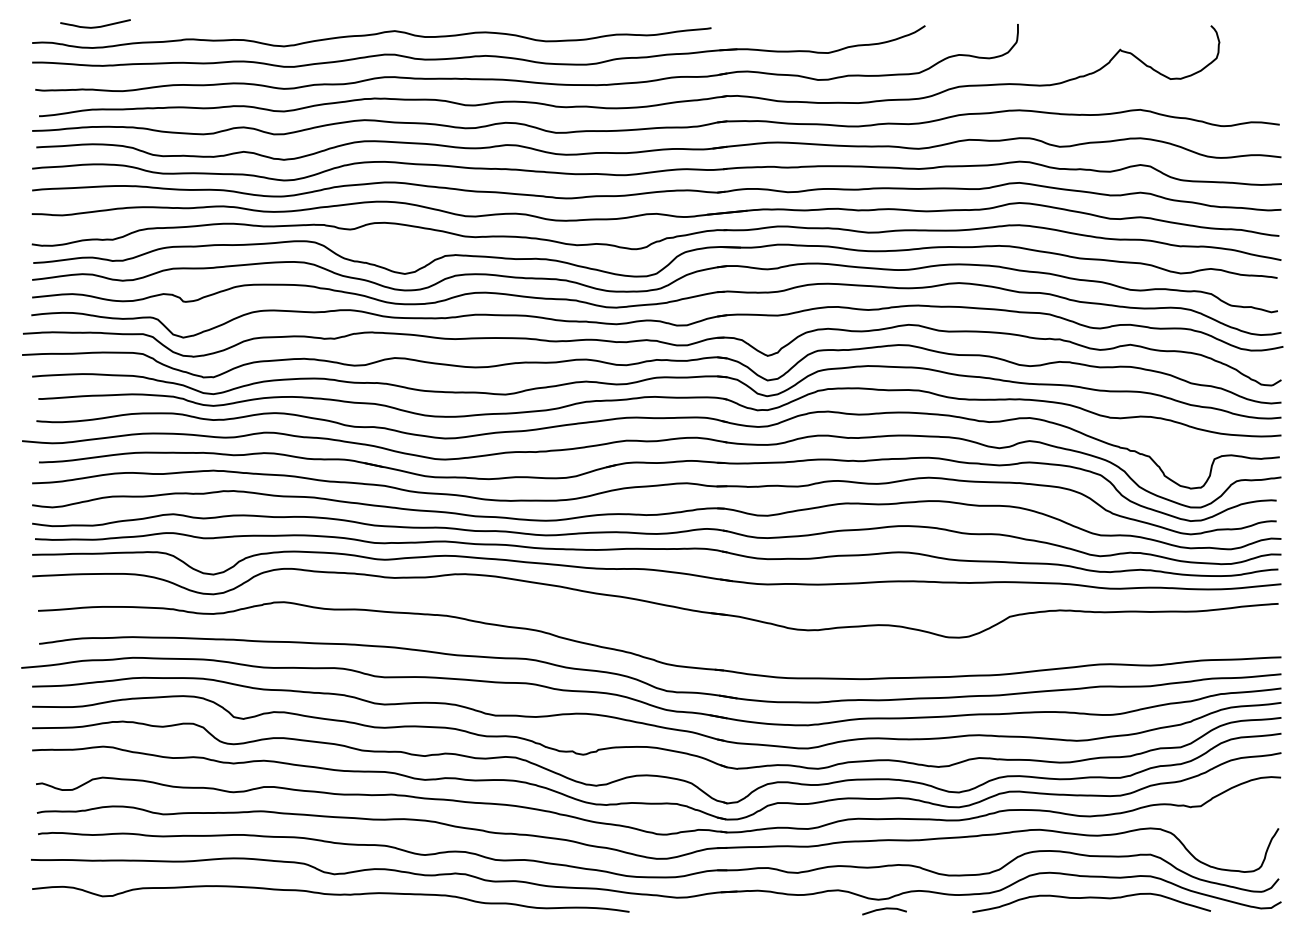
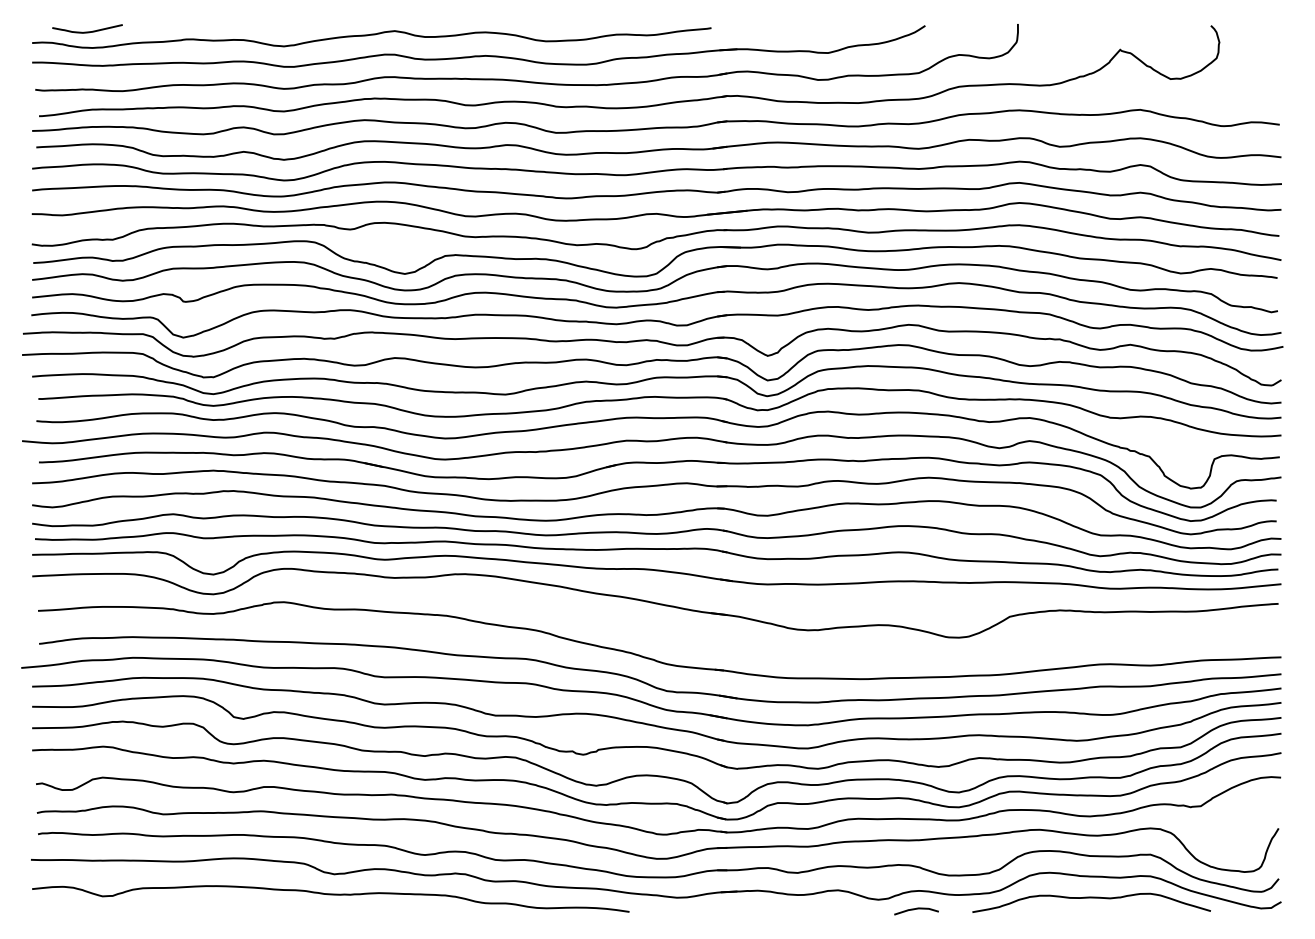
curve at (95, 26) position: (95, 26) -> (87, 31)
curve at (884, 909) position: (884, 909) -> (916, 909)
